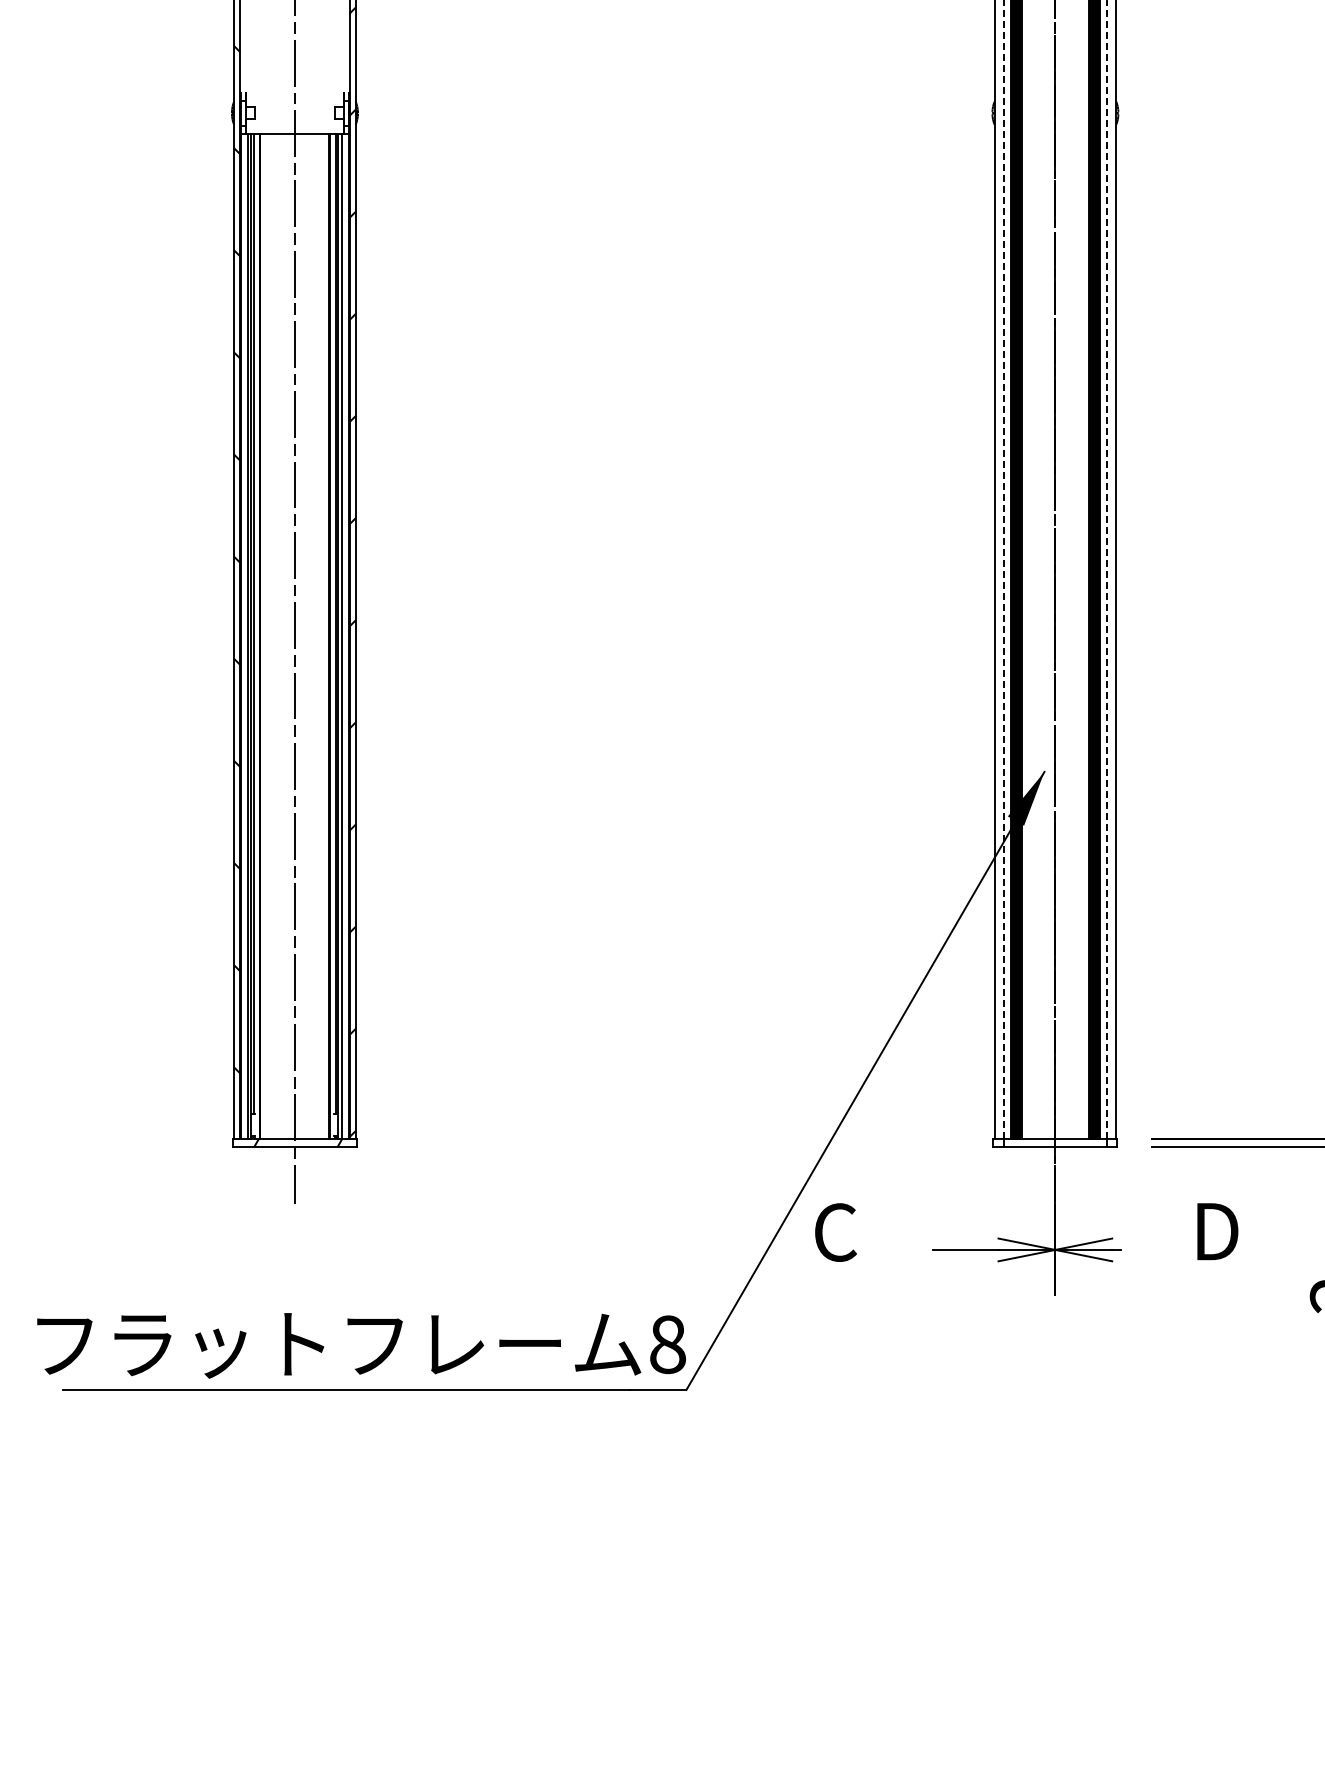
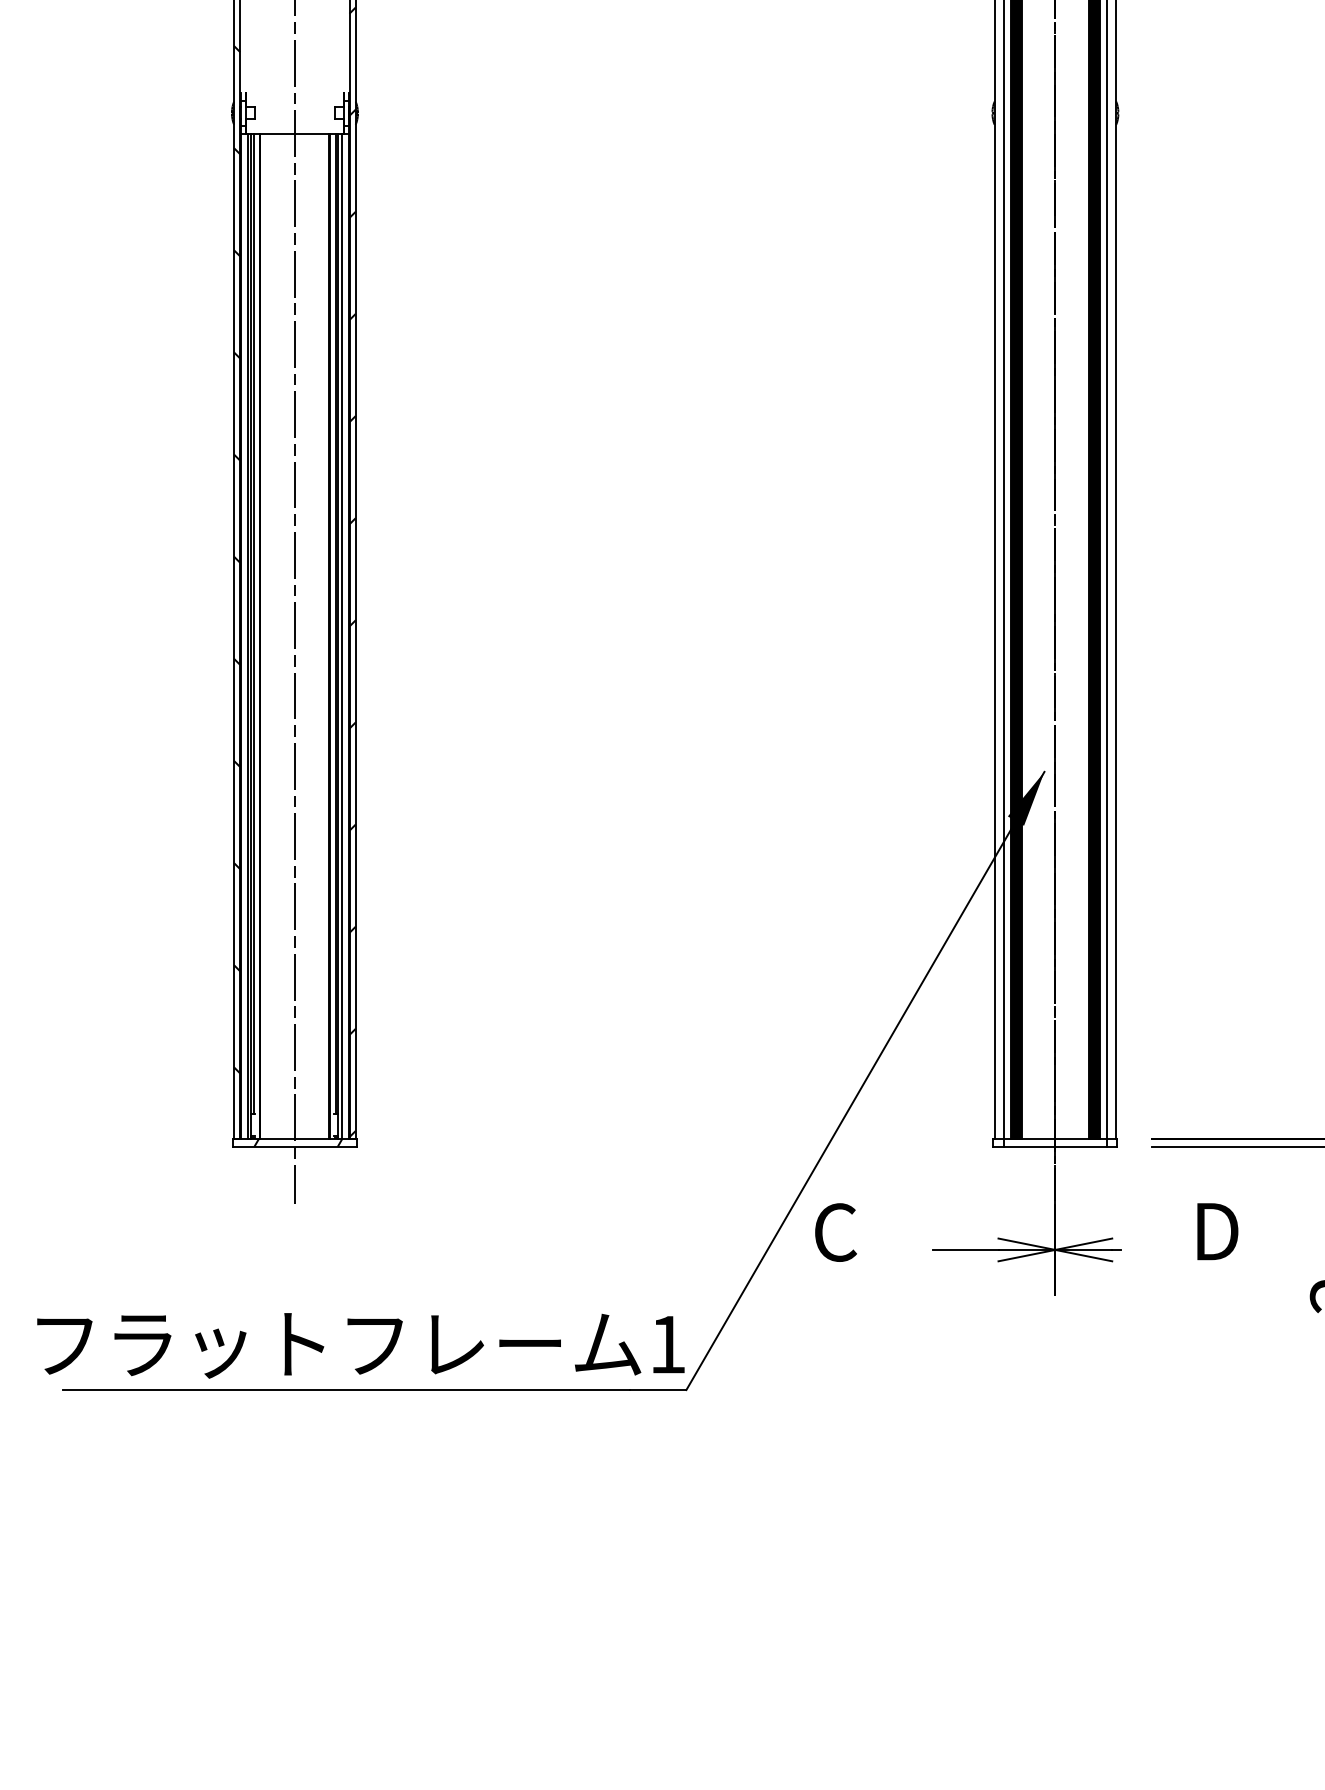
line at (1003, 569): dashed -> solid
line at (1107, 569): dashed -> solid
text at (667, 1344): 8 -> 1
